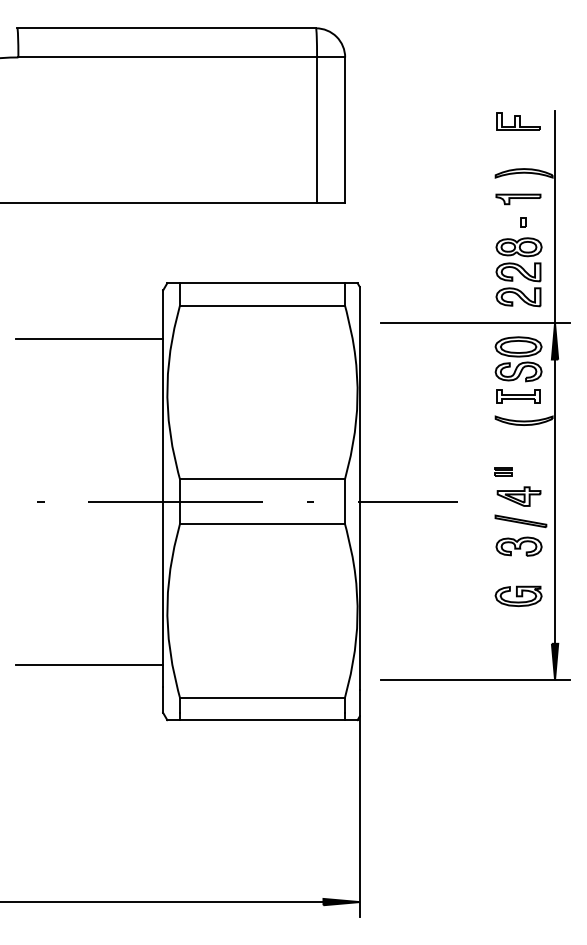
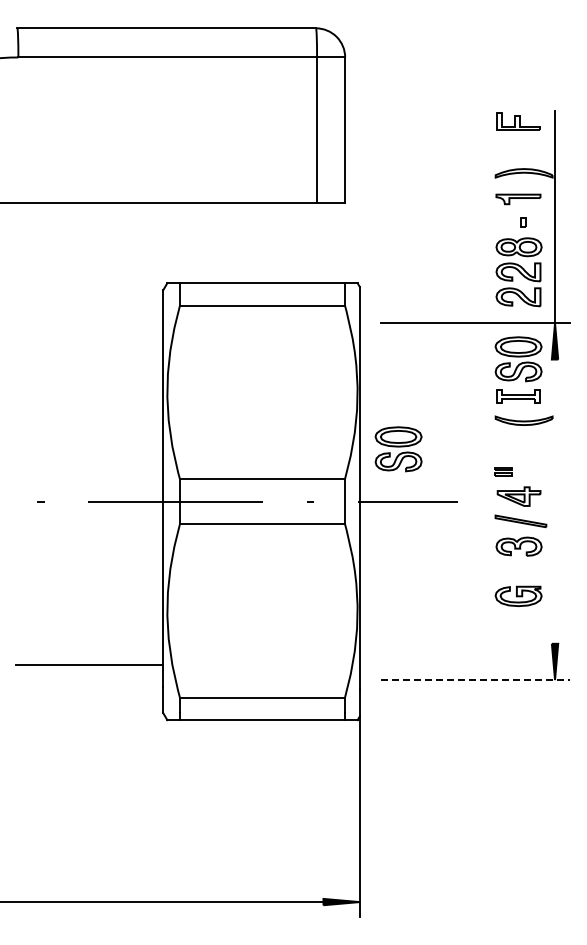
line at (89, 338): present -> none
part at (398, 449): none -> present
line at (555, 501): present -> none
line at (475, 680): solid -> dashed
